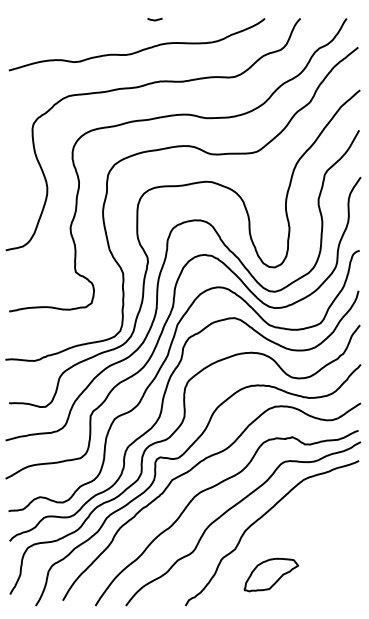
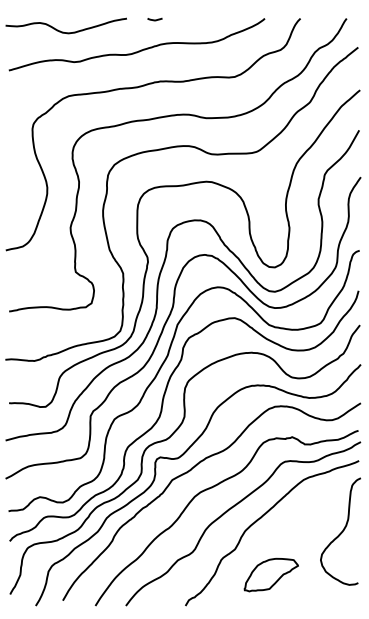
curve at (63, 31): none -> present
curve at (341, 531): none -> present
